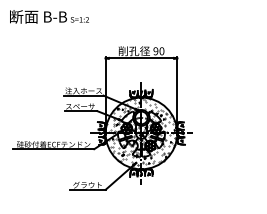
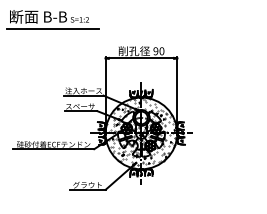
line at (52, 28): none -> present
